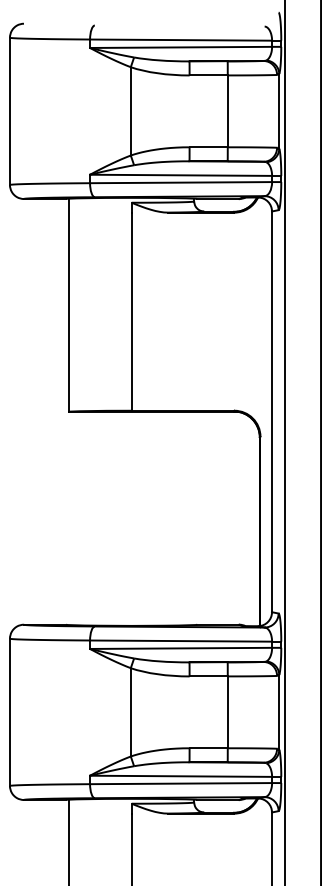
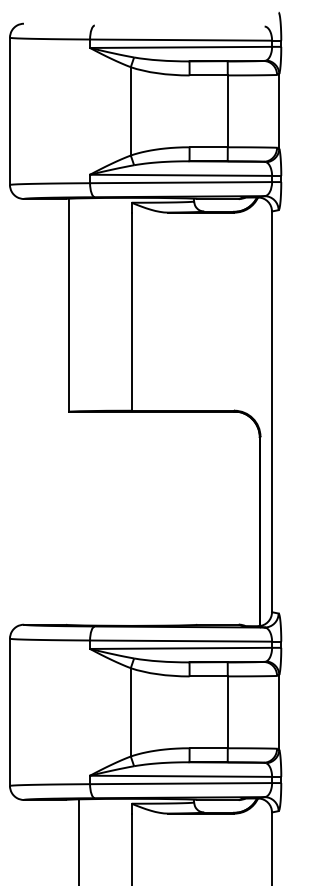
line at (284, 442): present -> none
line at (321, 442): present -> none
line at (69, 840) position: (69, 840) -> (79, 840)
